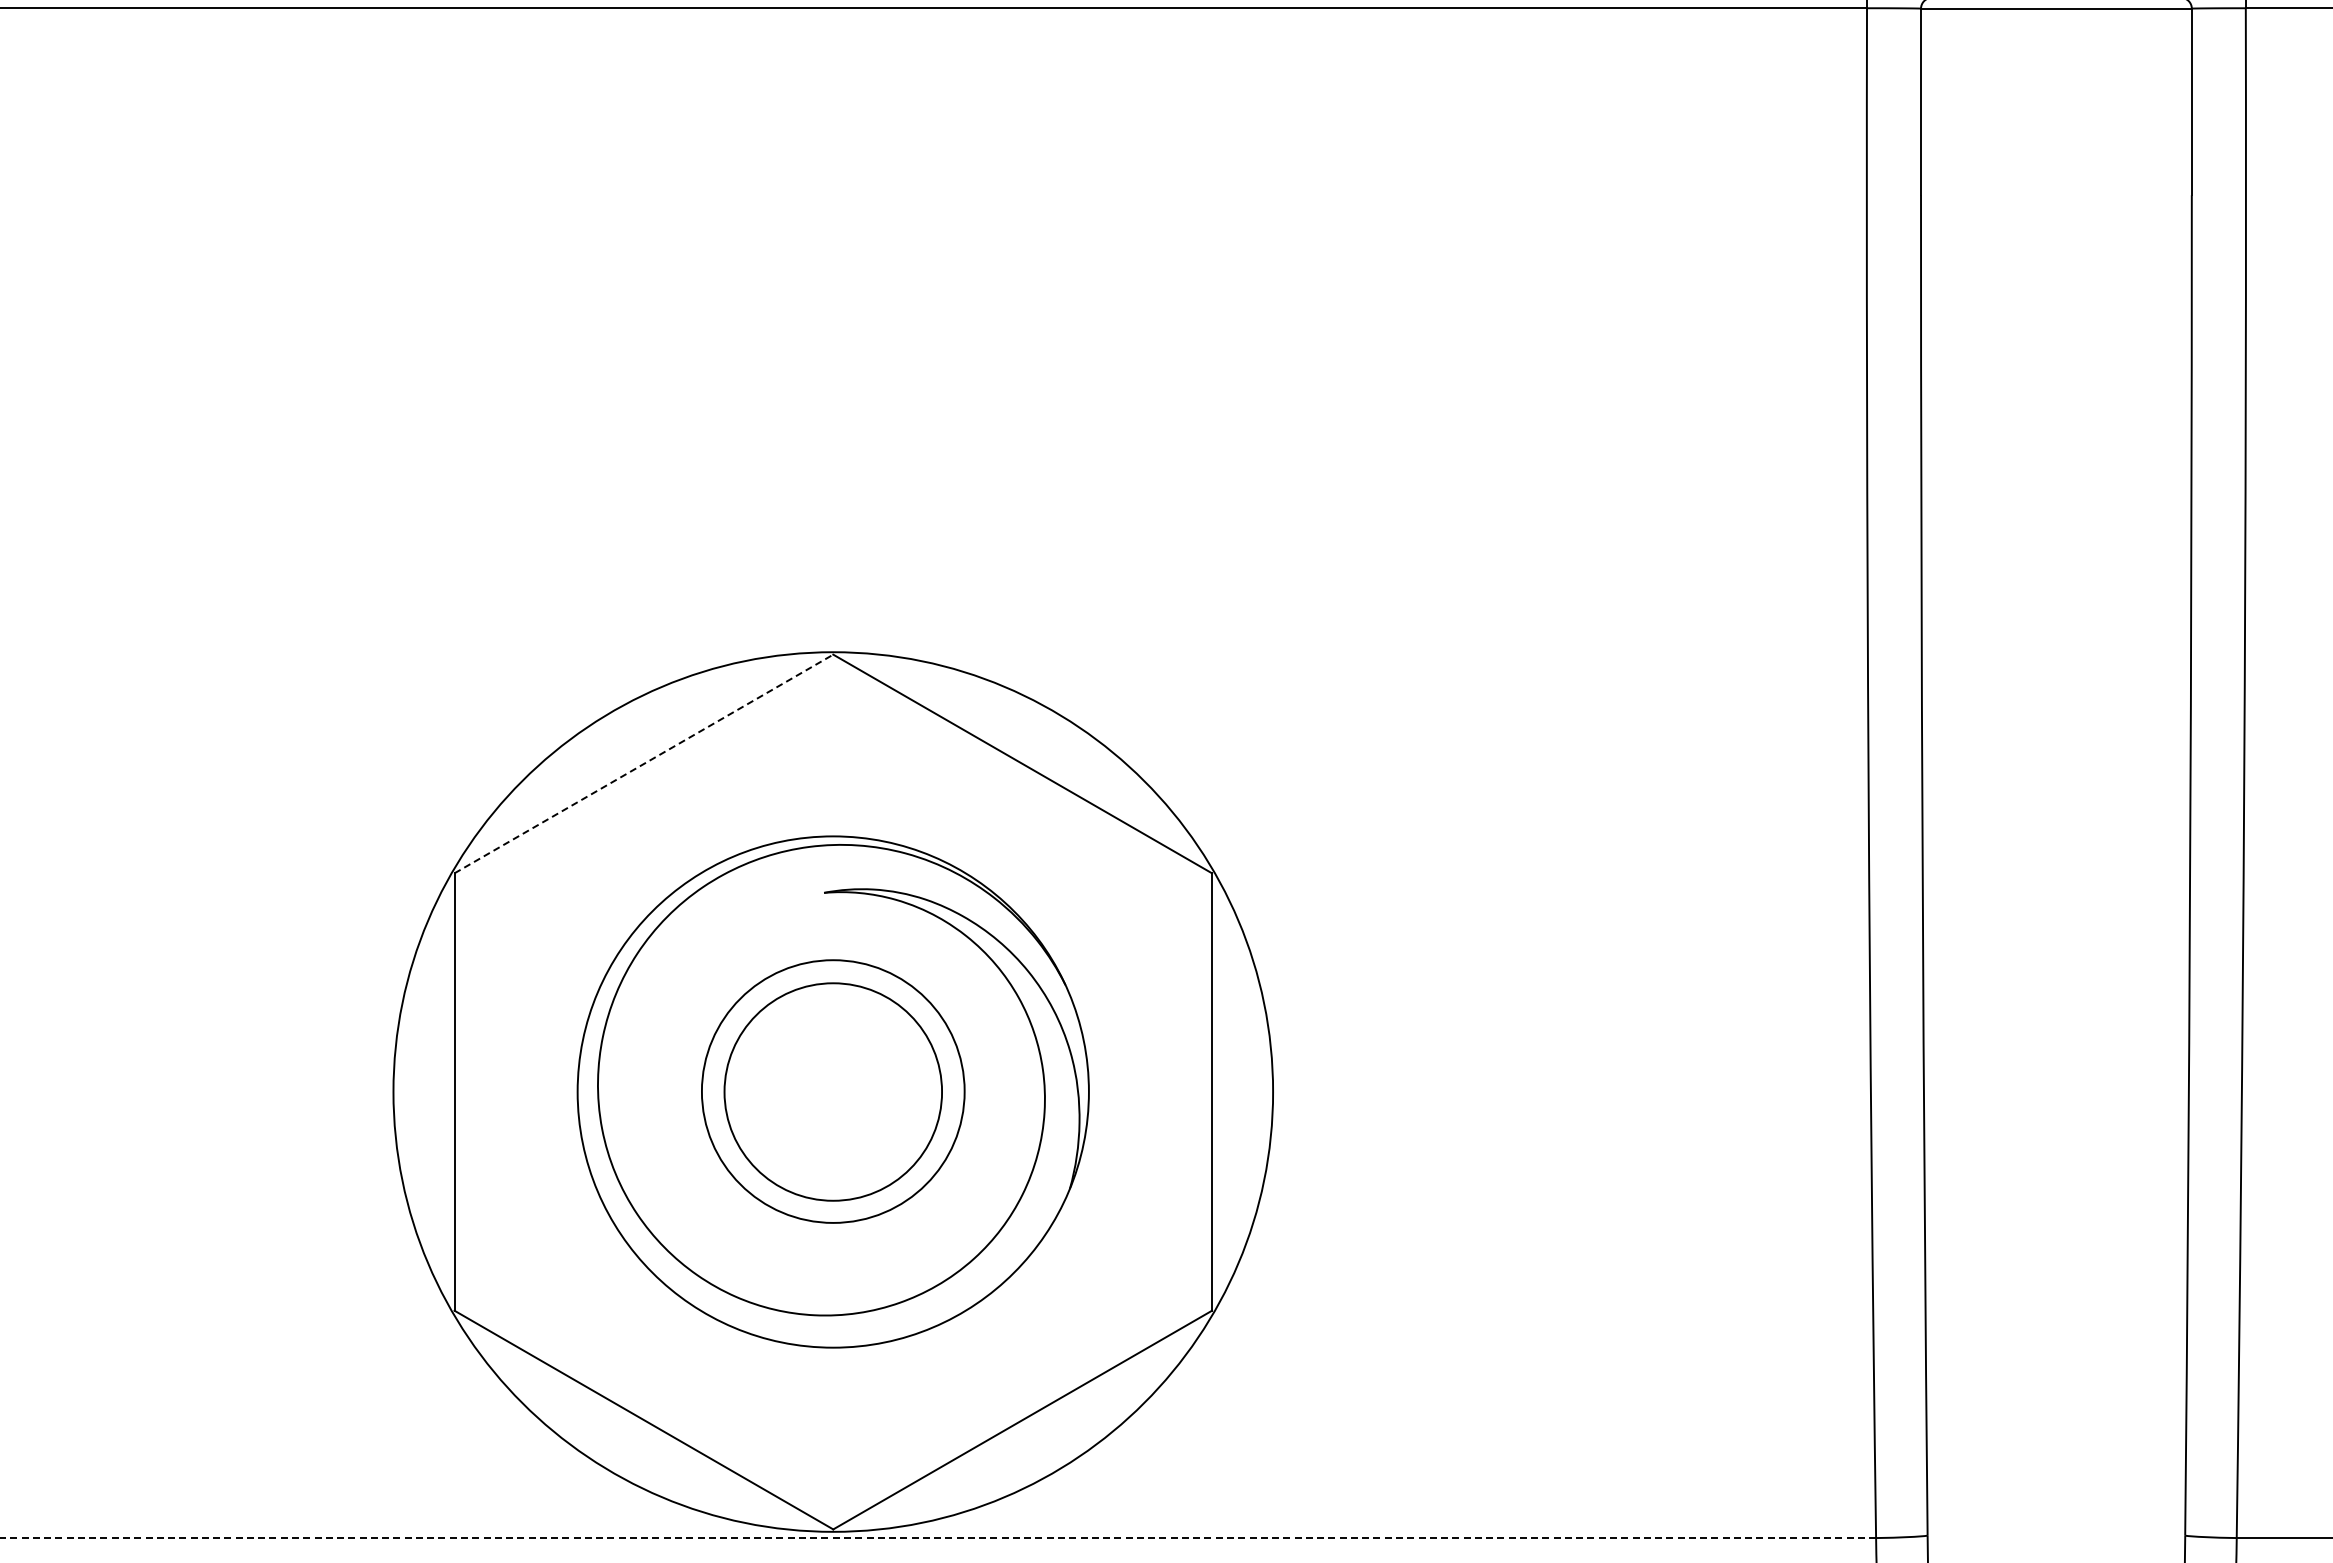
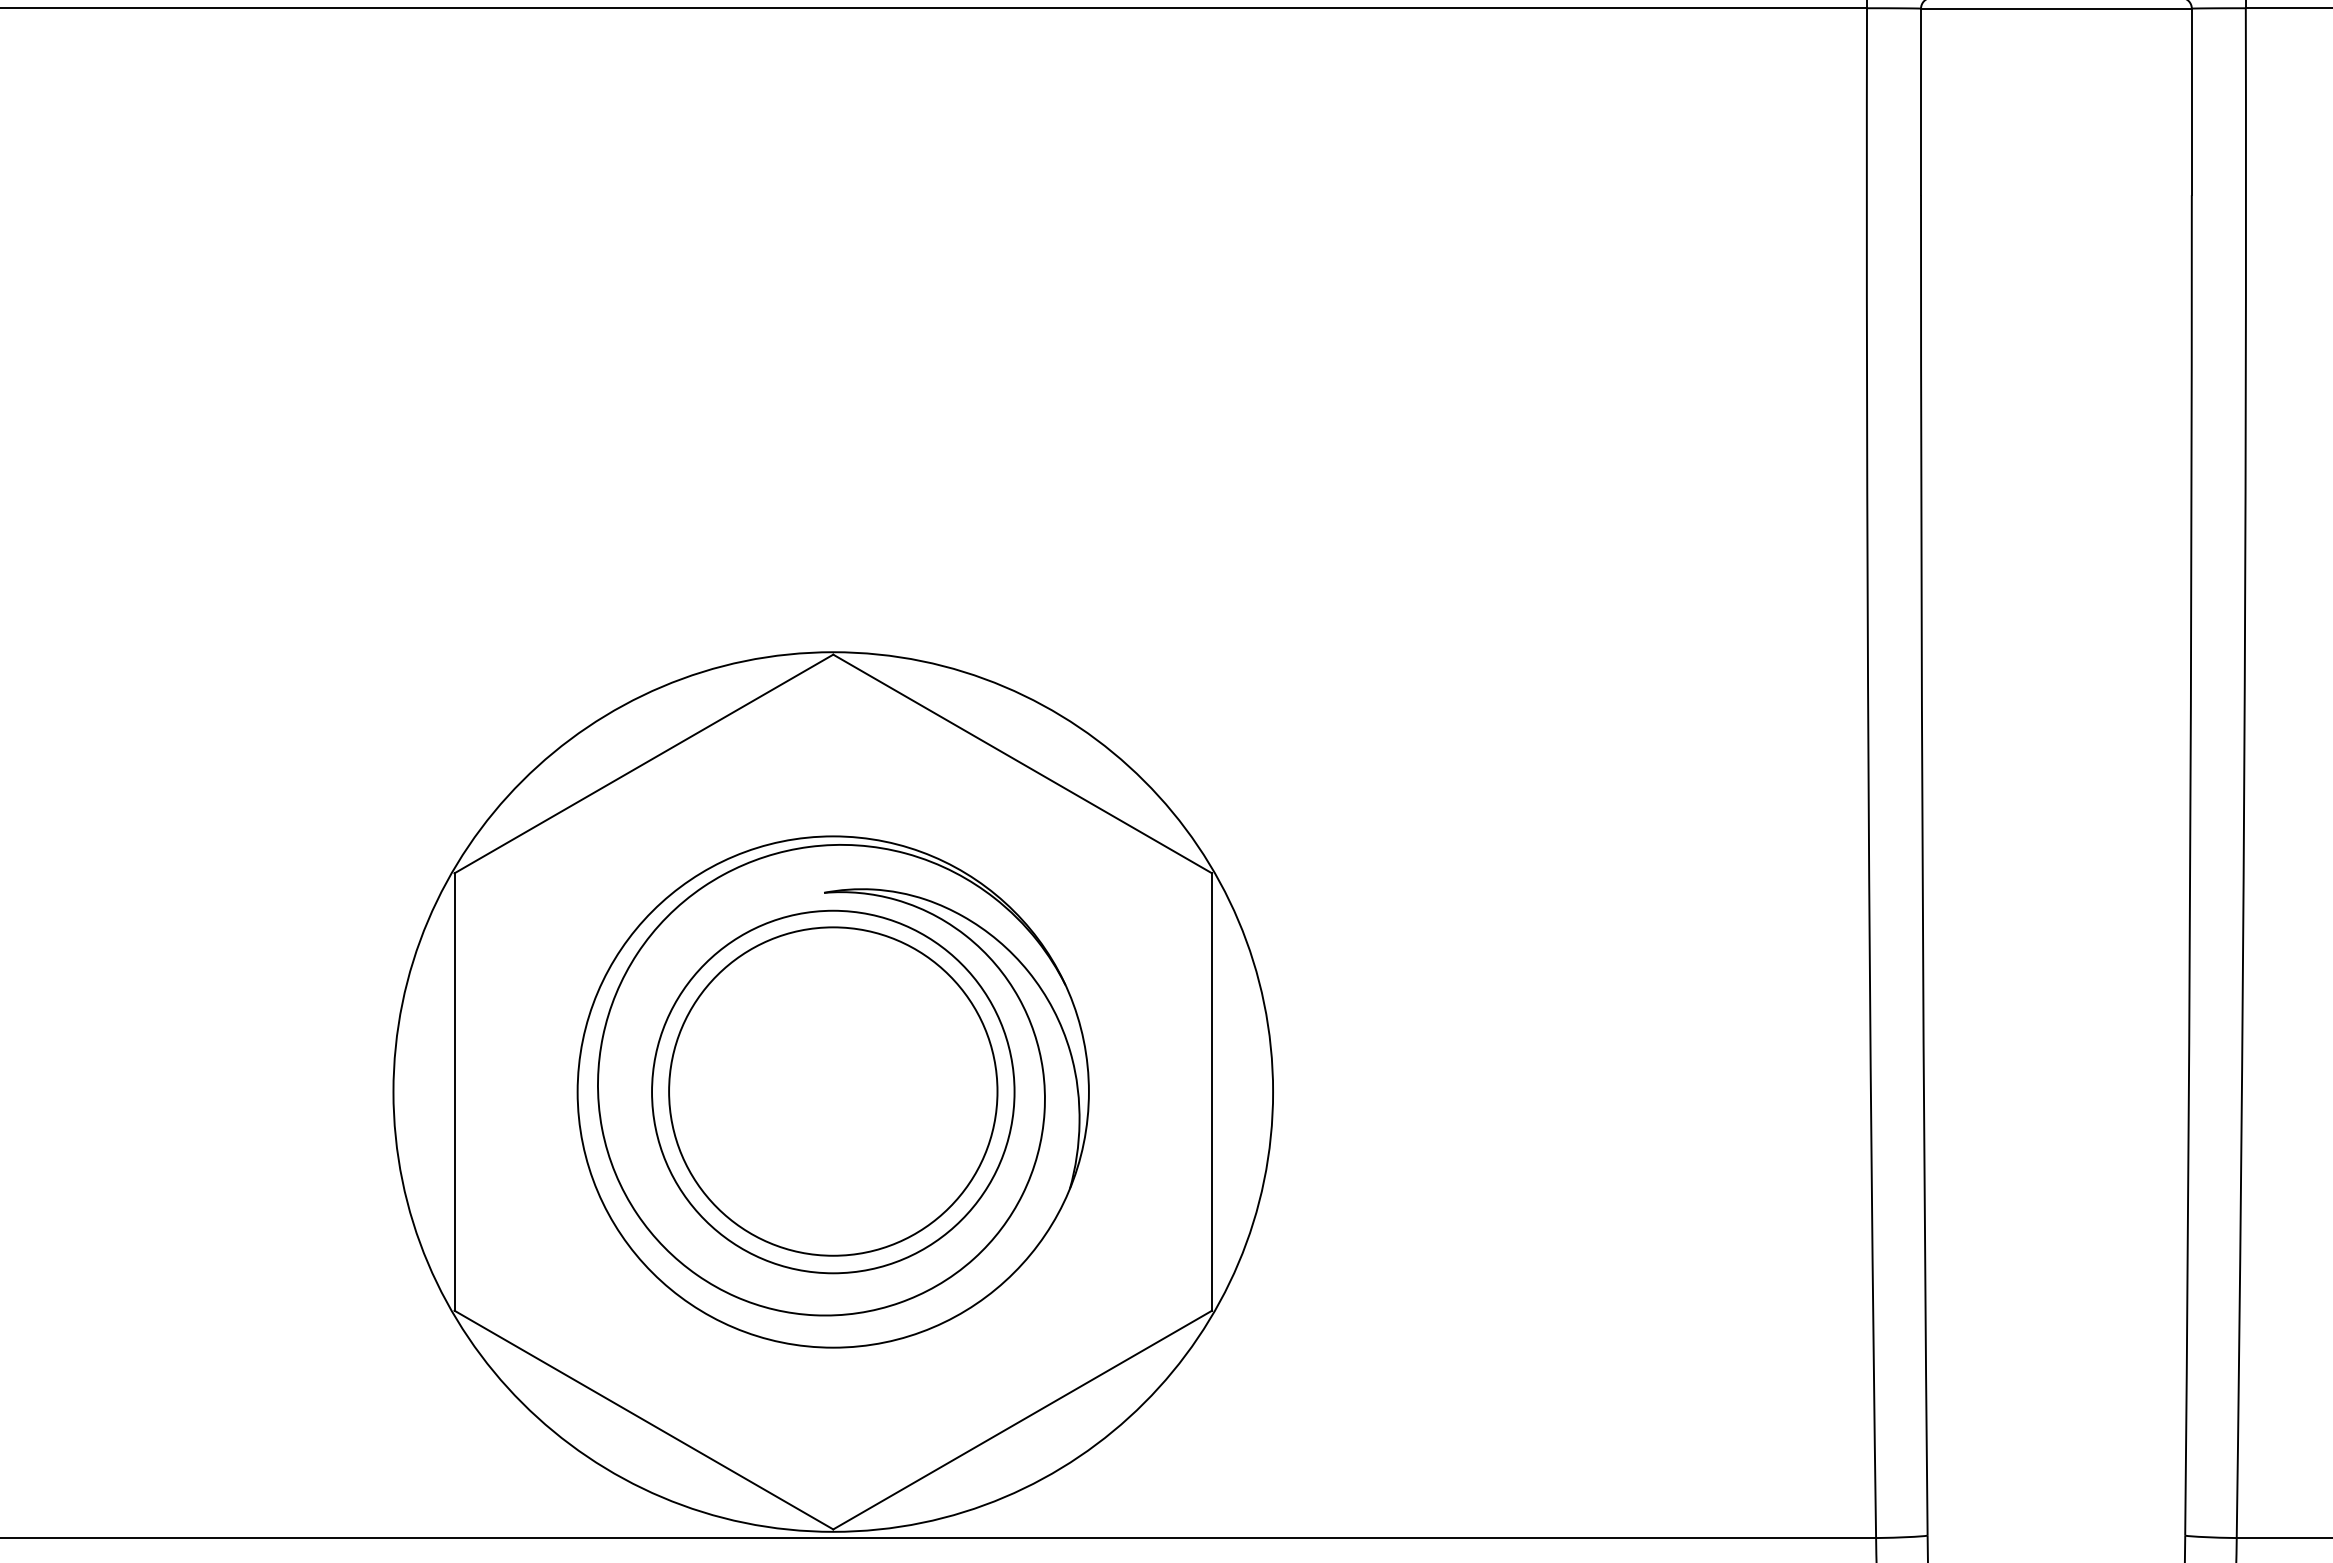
line at (643, 763): dashed -> solid
circle at (832, 1091) diameter: 263 px -> 328 px
circle at (833, 1091) diameter: 218 px -> 363 px
line at (938, 1538): dashed -> solid
